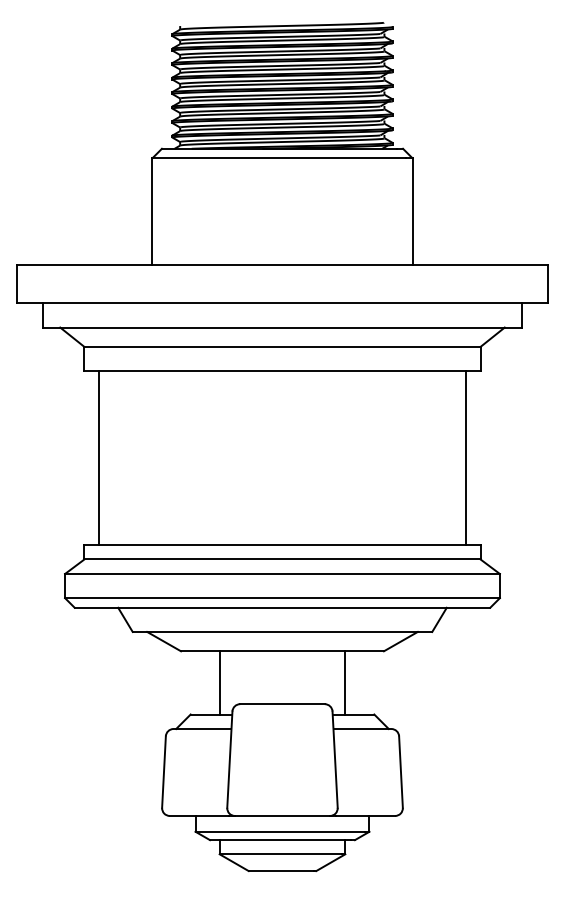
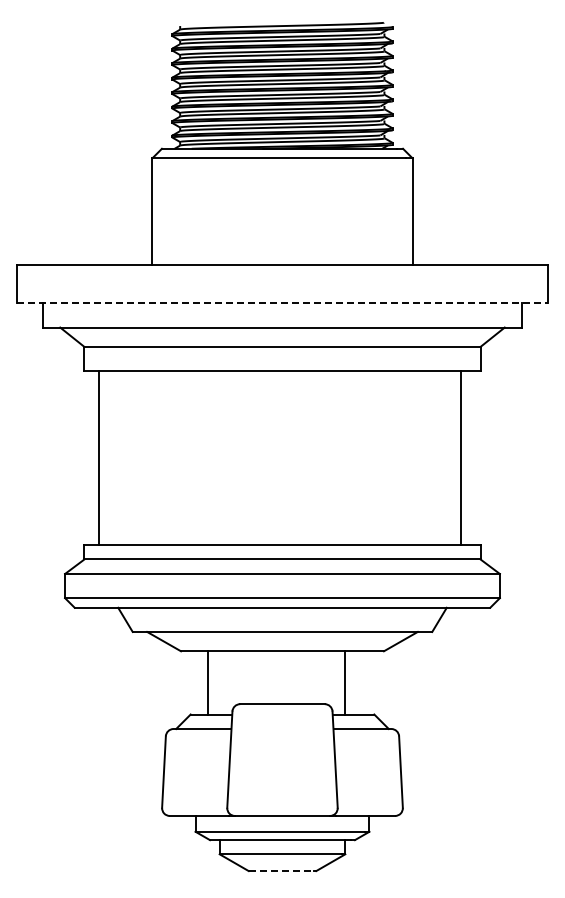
line at (282, 303): solid -> dashed
line at (466, 457) position: (466, 457) -> (461, 457)
line at (219, 682) position: (219, 682) -> (207, 682)
line at (281, 871): solid -> dashed
